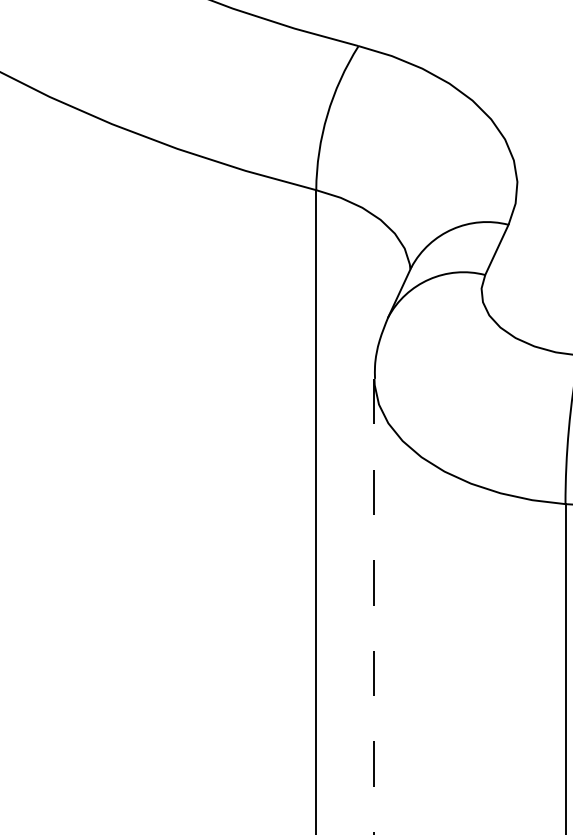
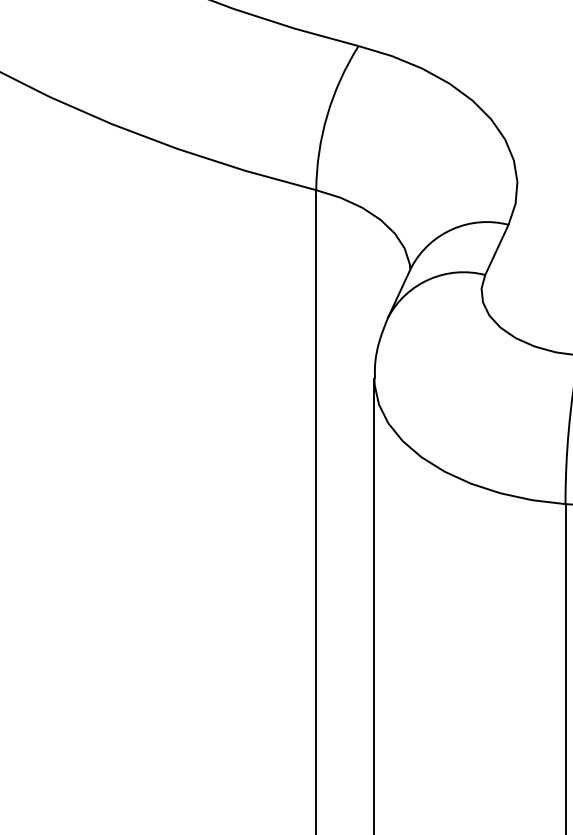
line at (374, 607): dashed -> solid
